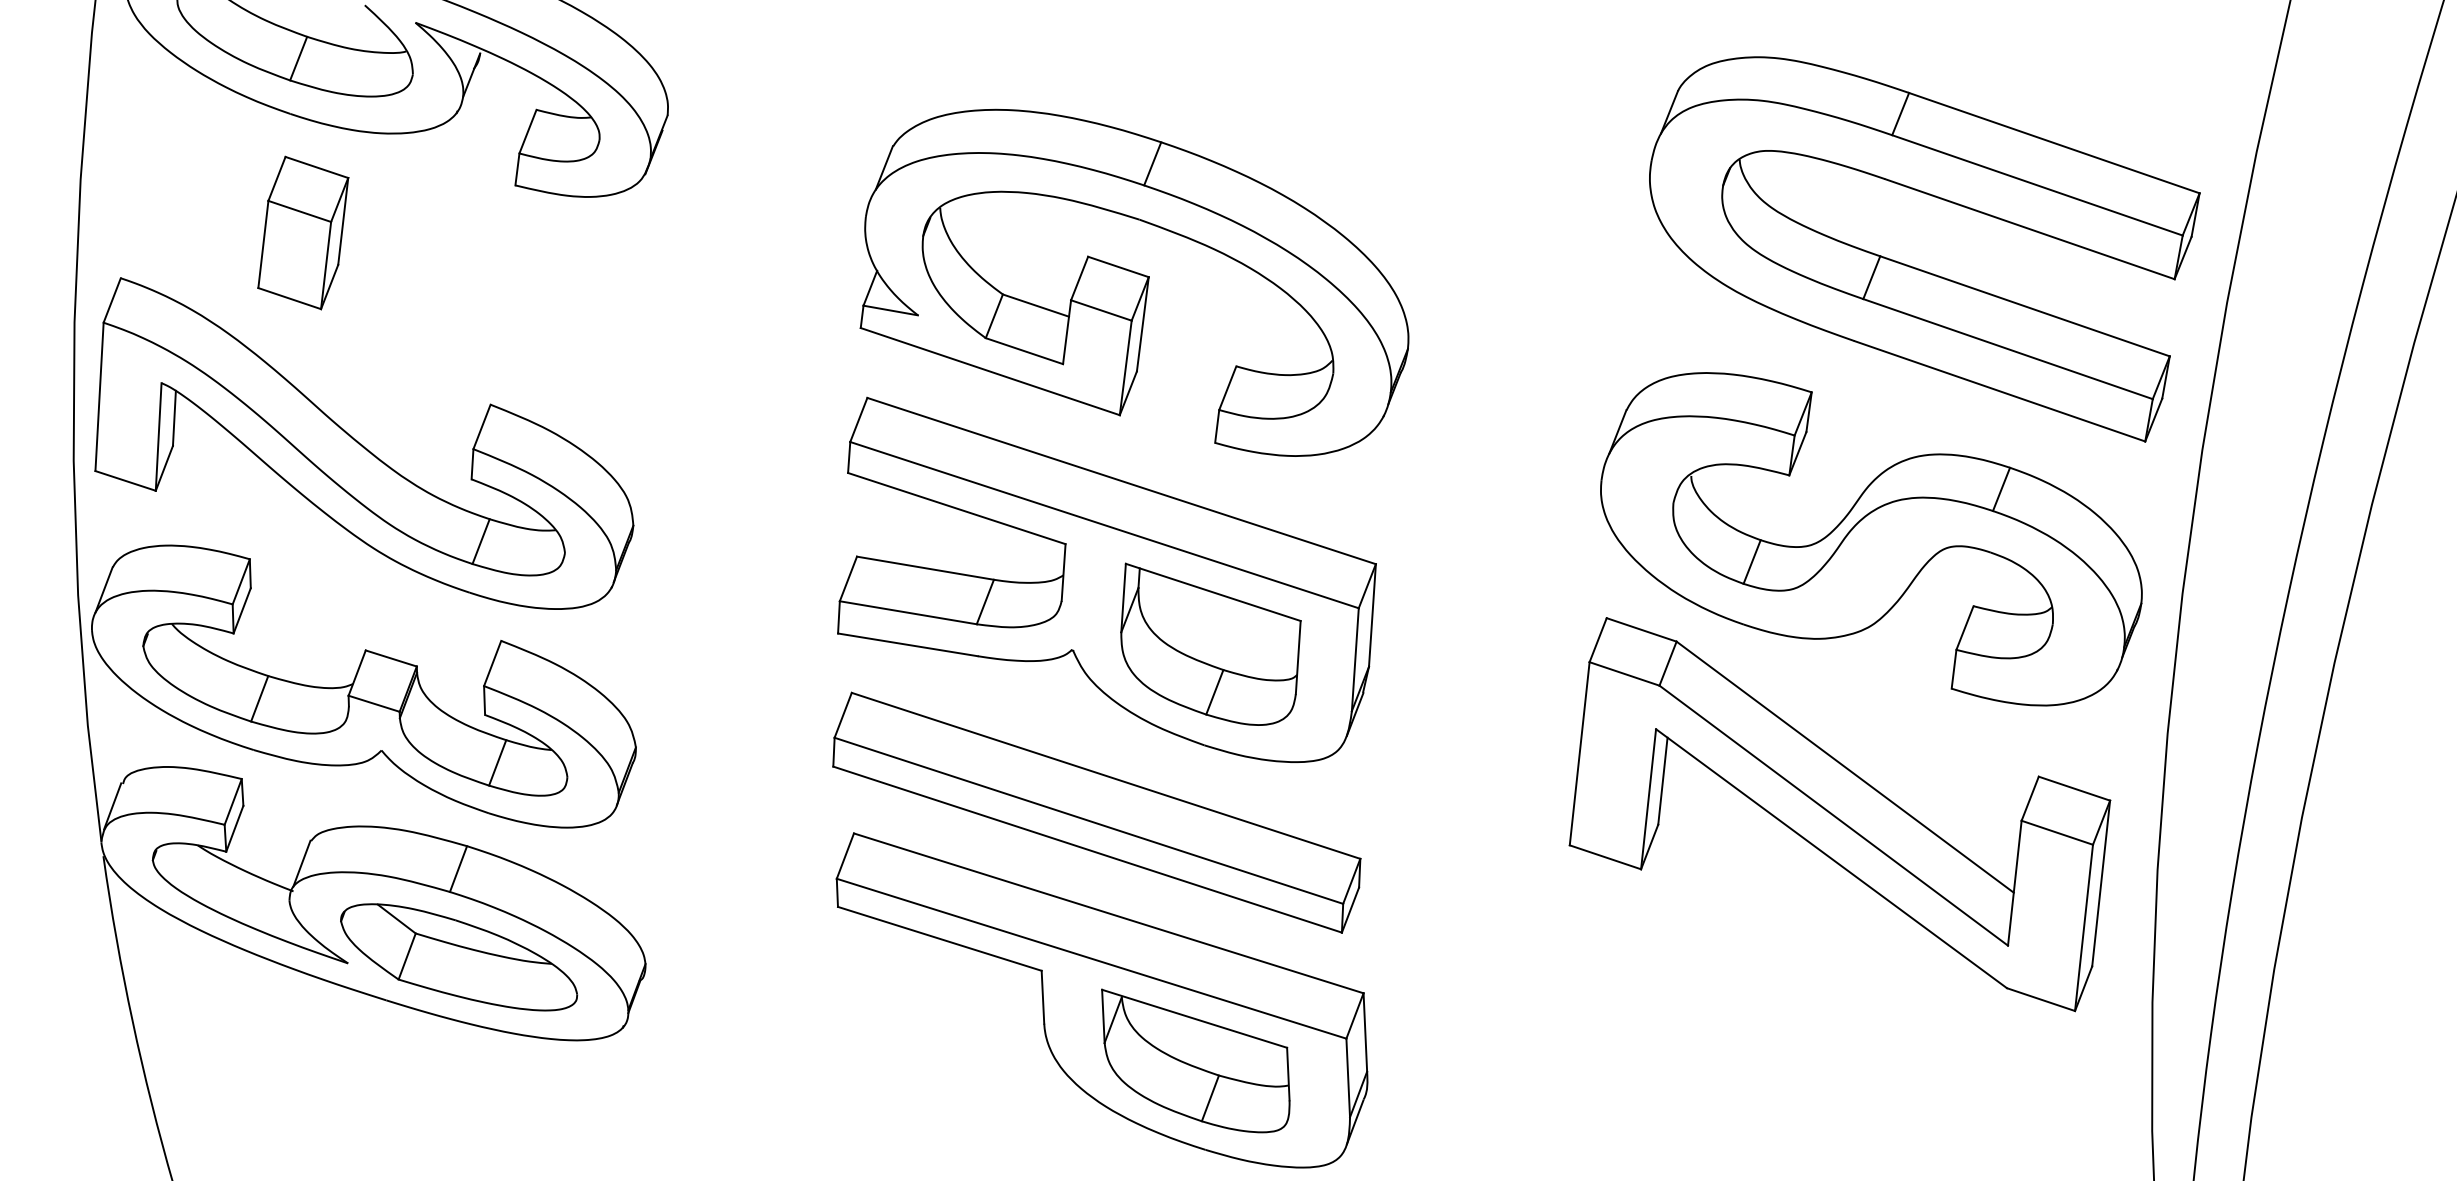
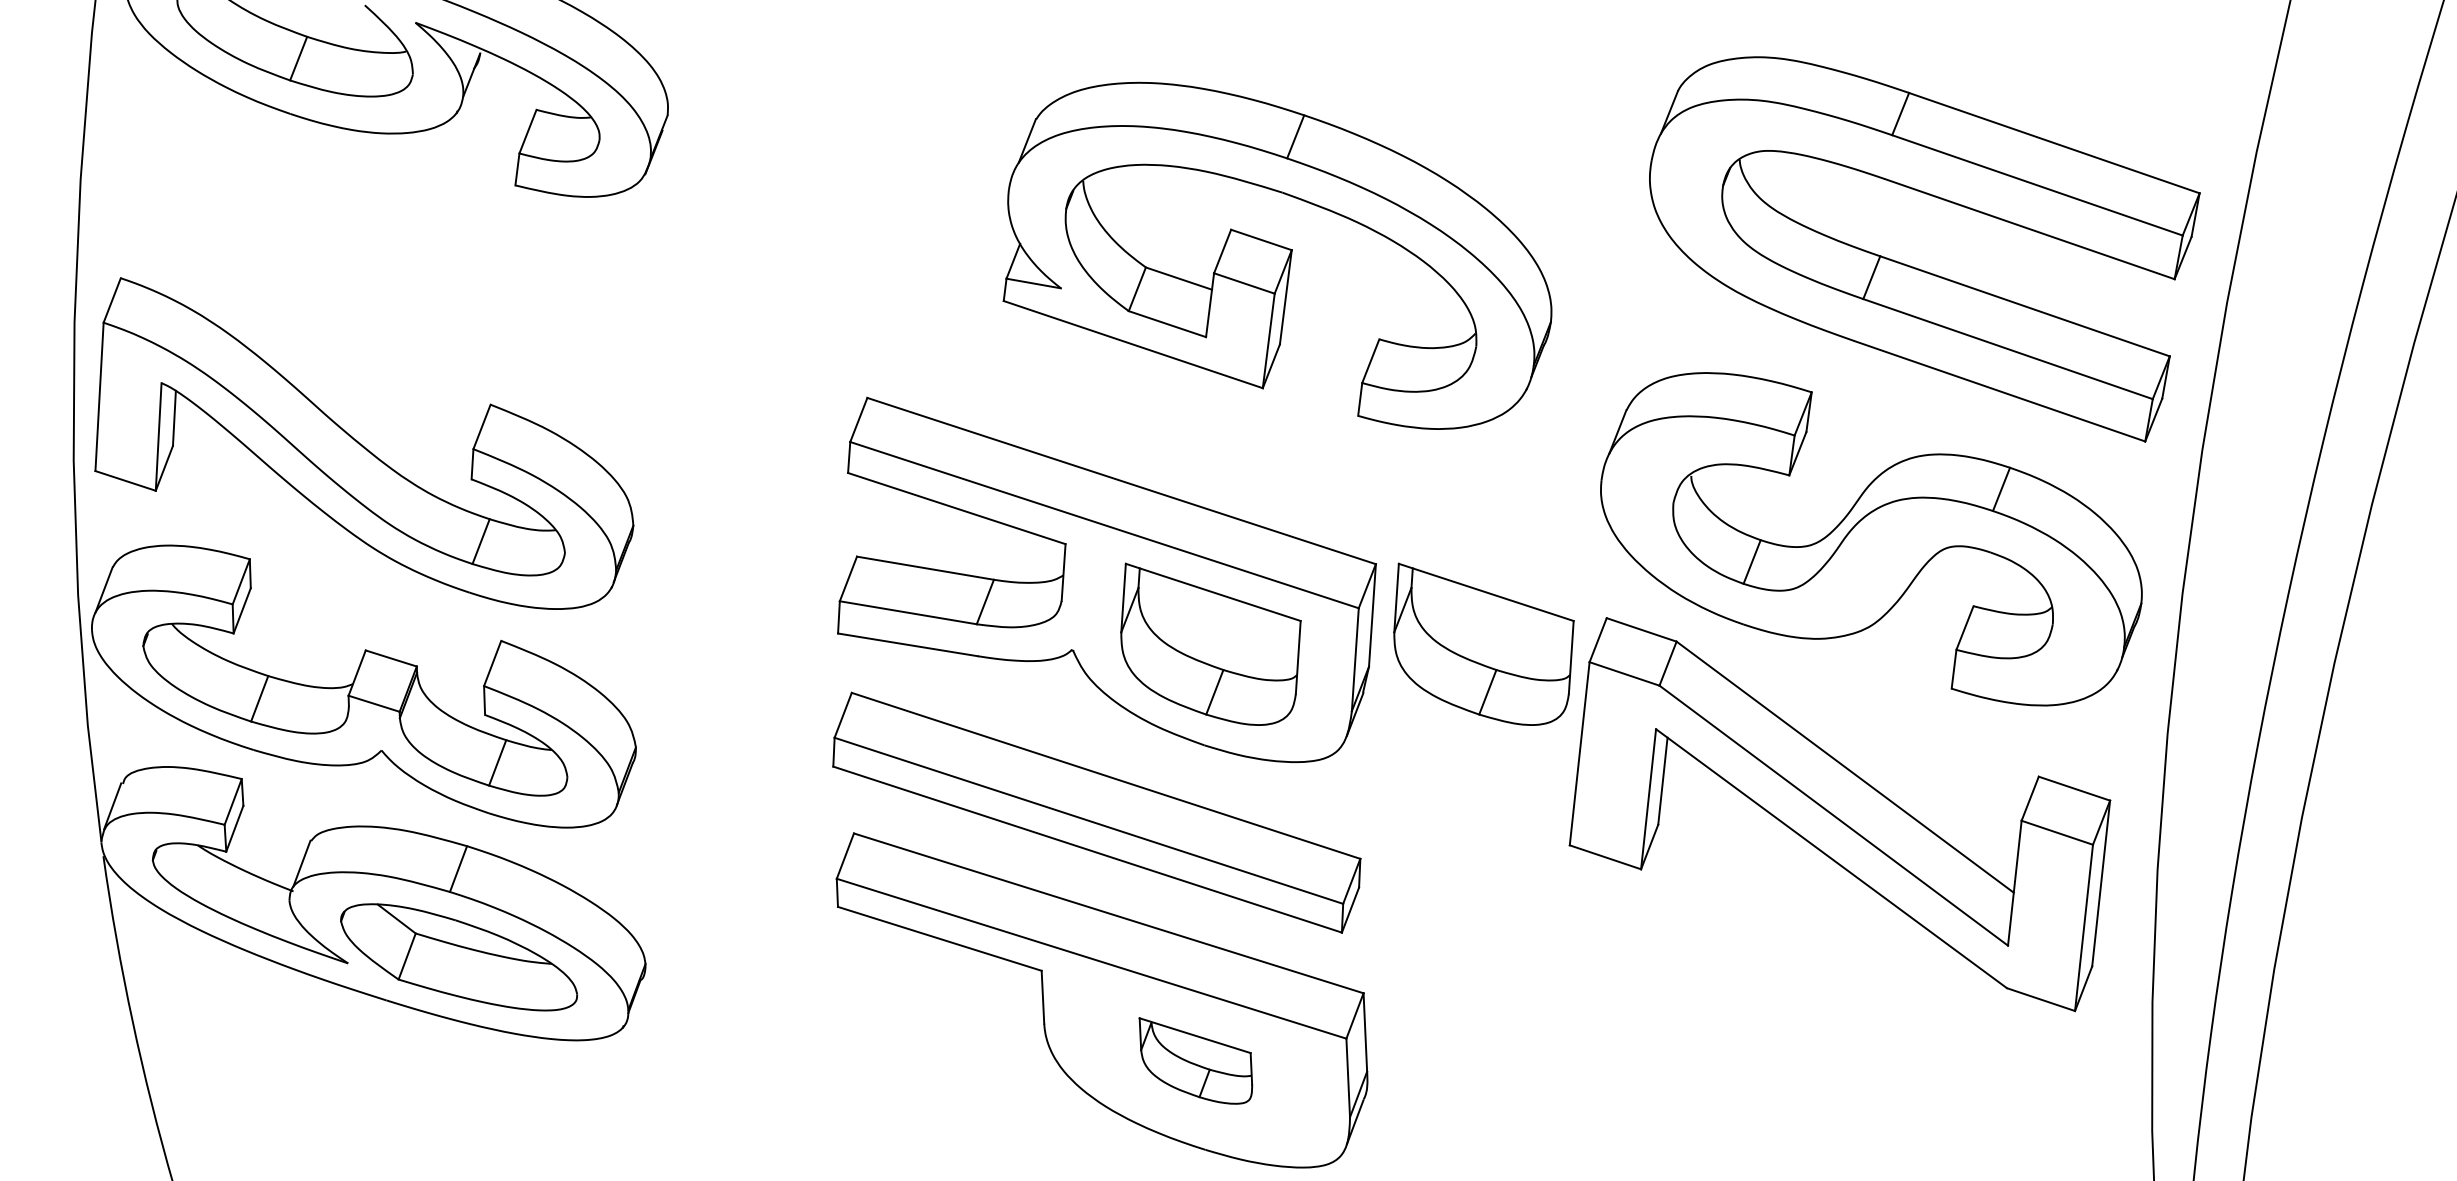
part at (303, 232): present -> none
part at (1134, 282) position: (1134, 282) -> (1277, 255)
part at (1483, 643): none -> present
part at (1195, 1060) size: 190x146 px -> 116x88 px
